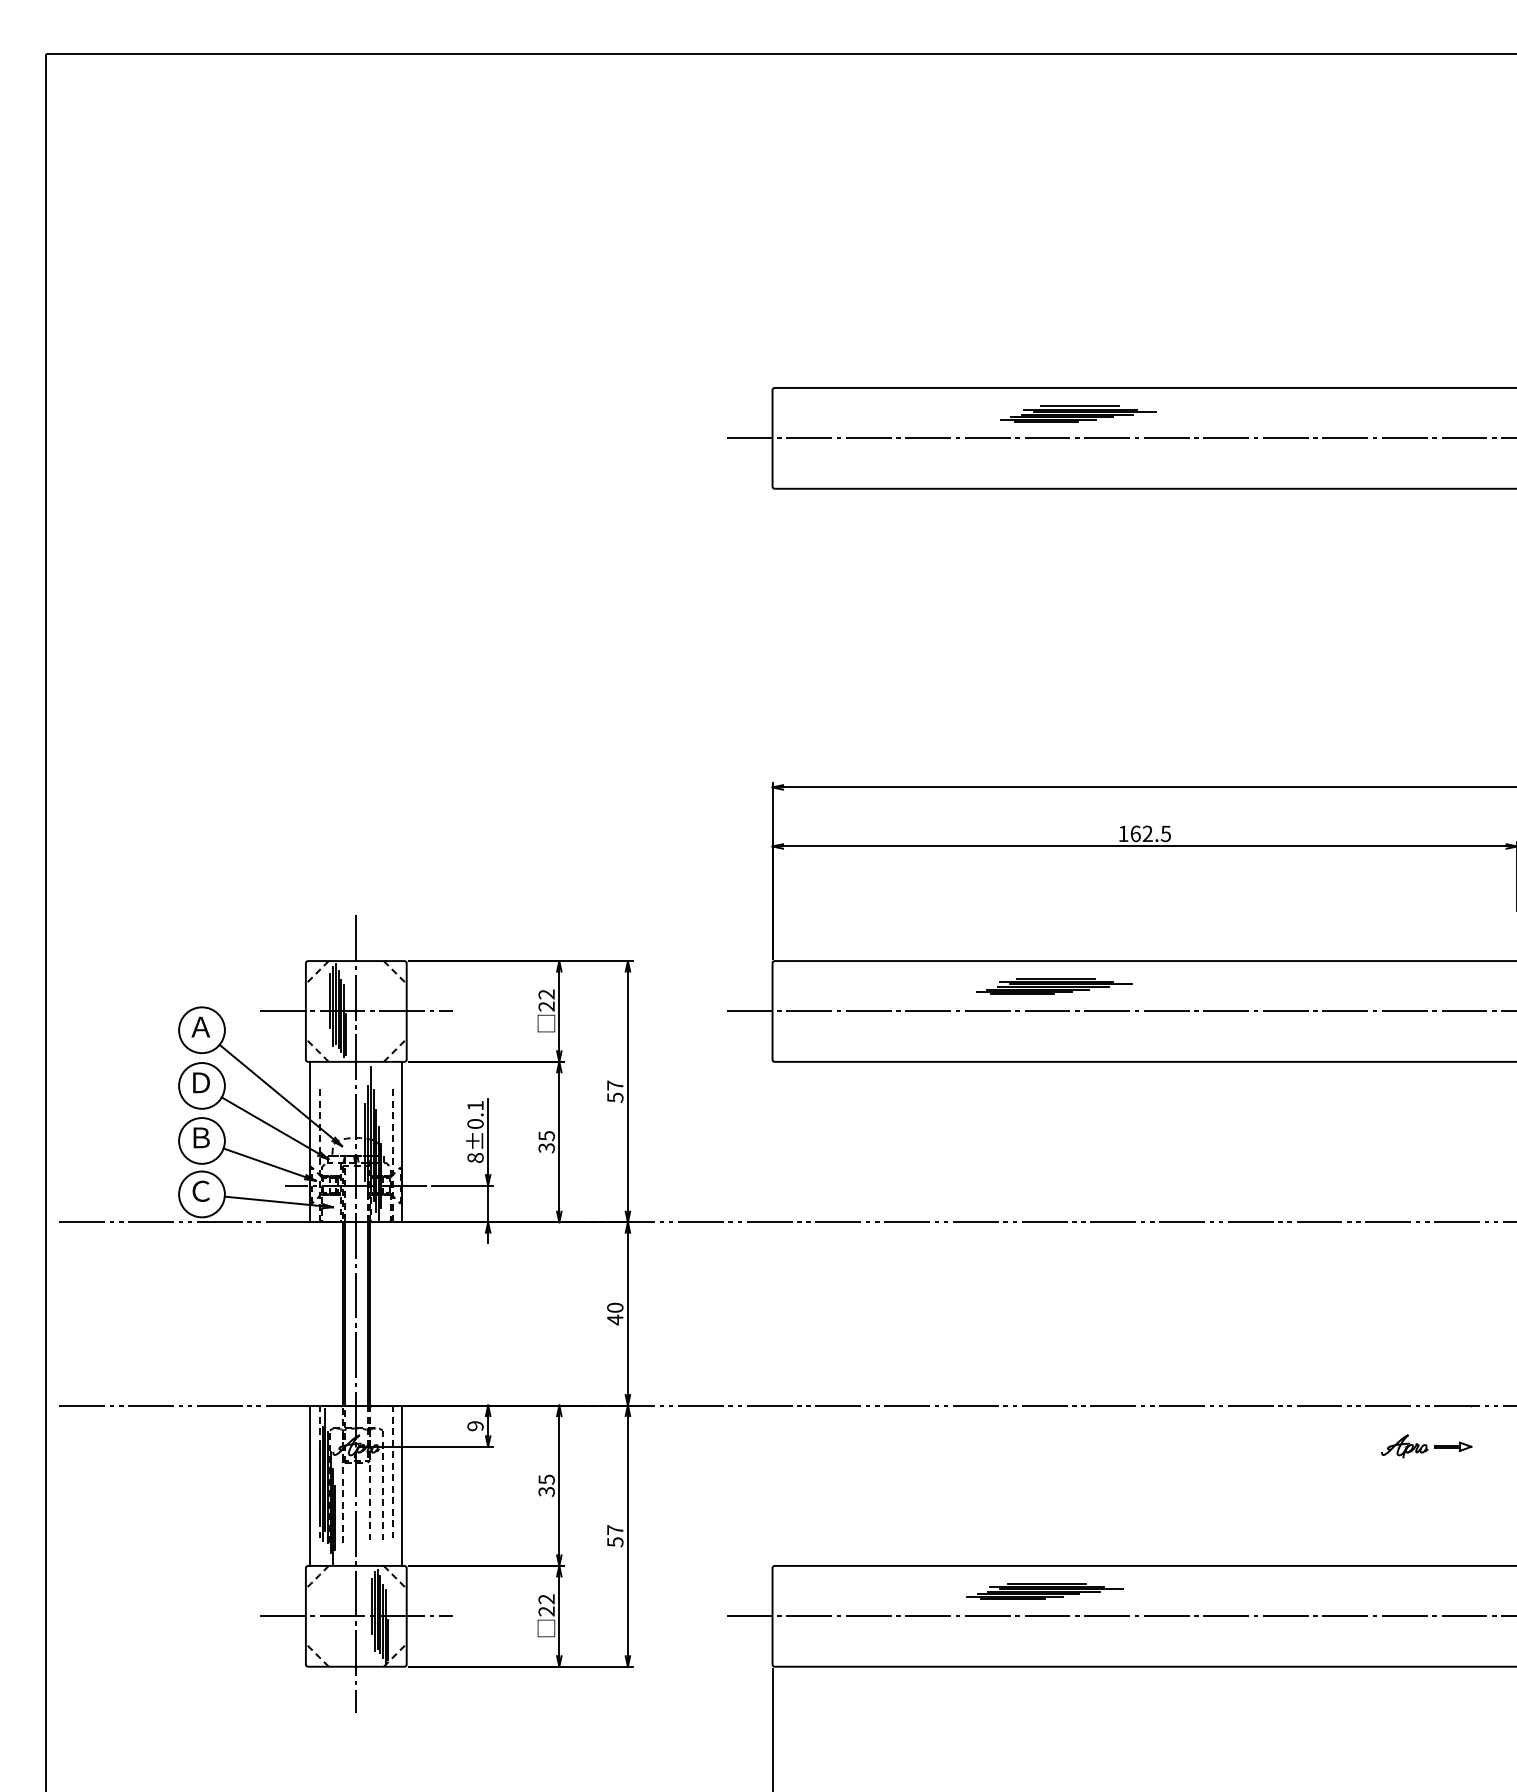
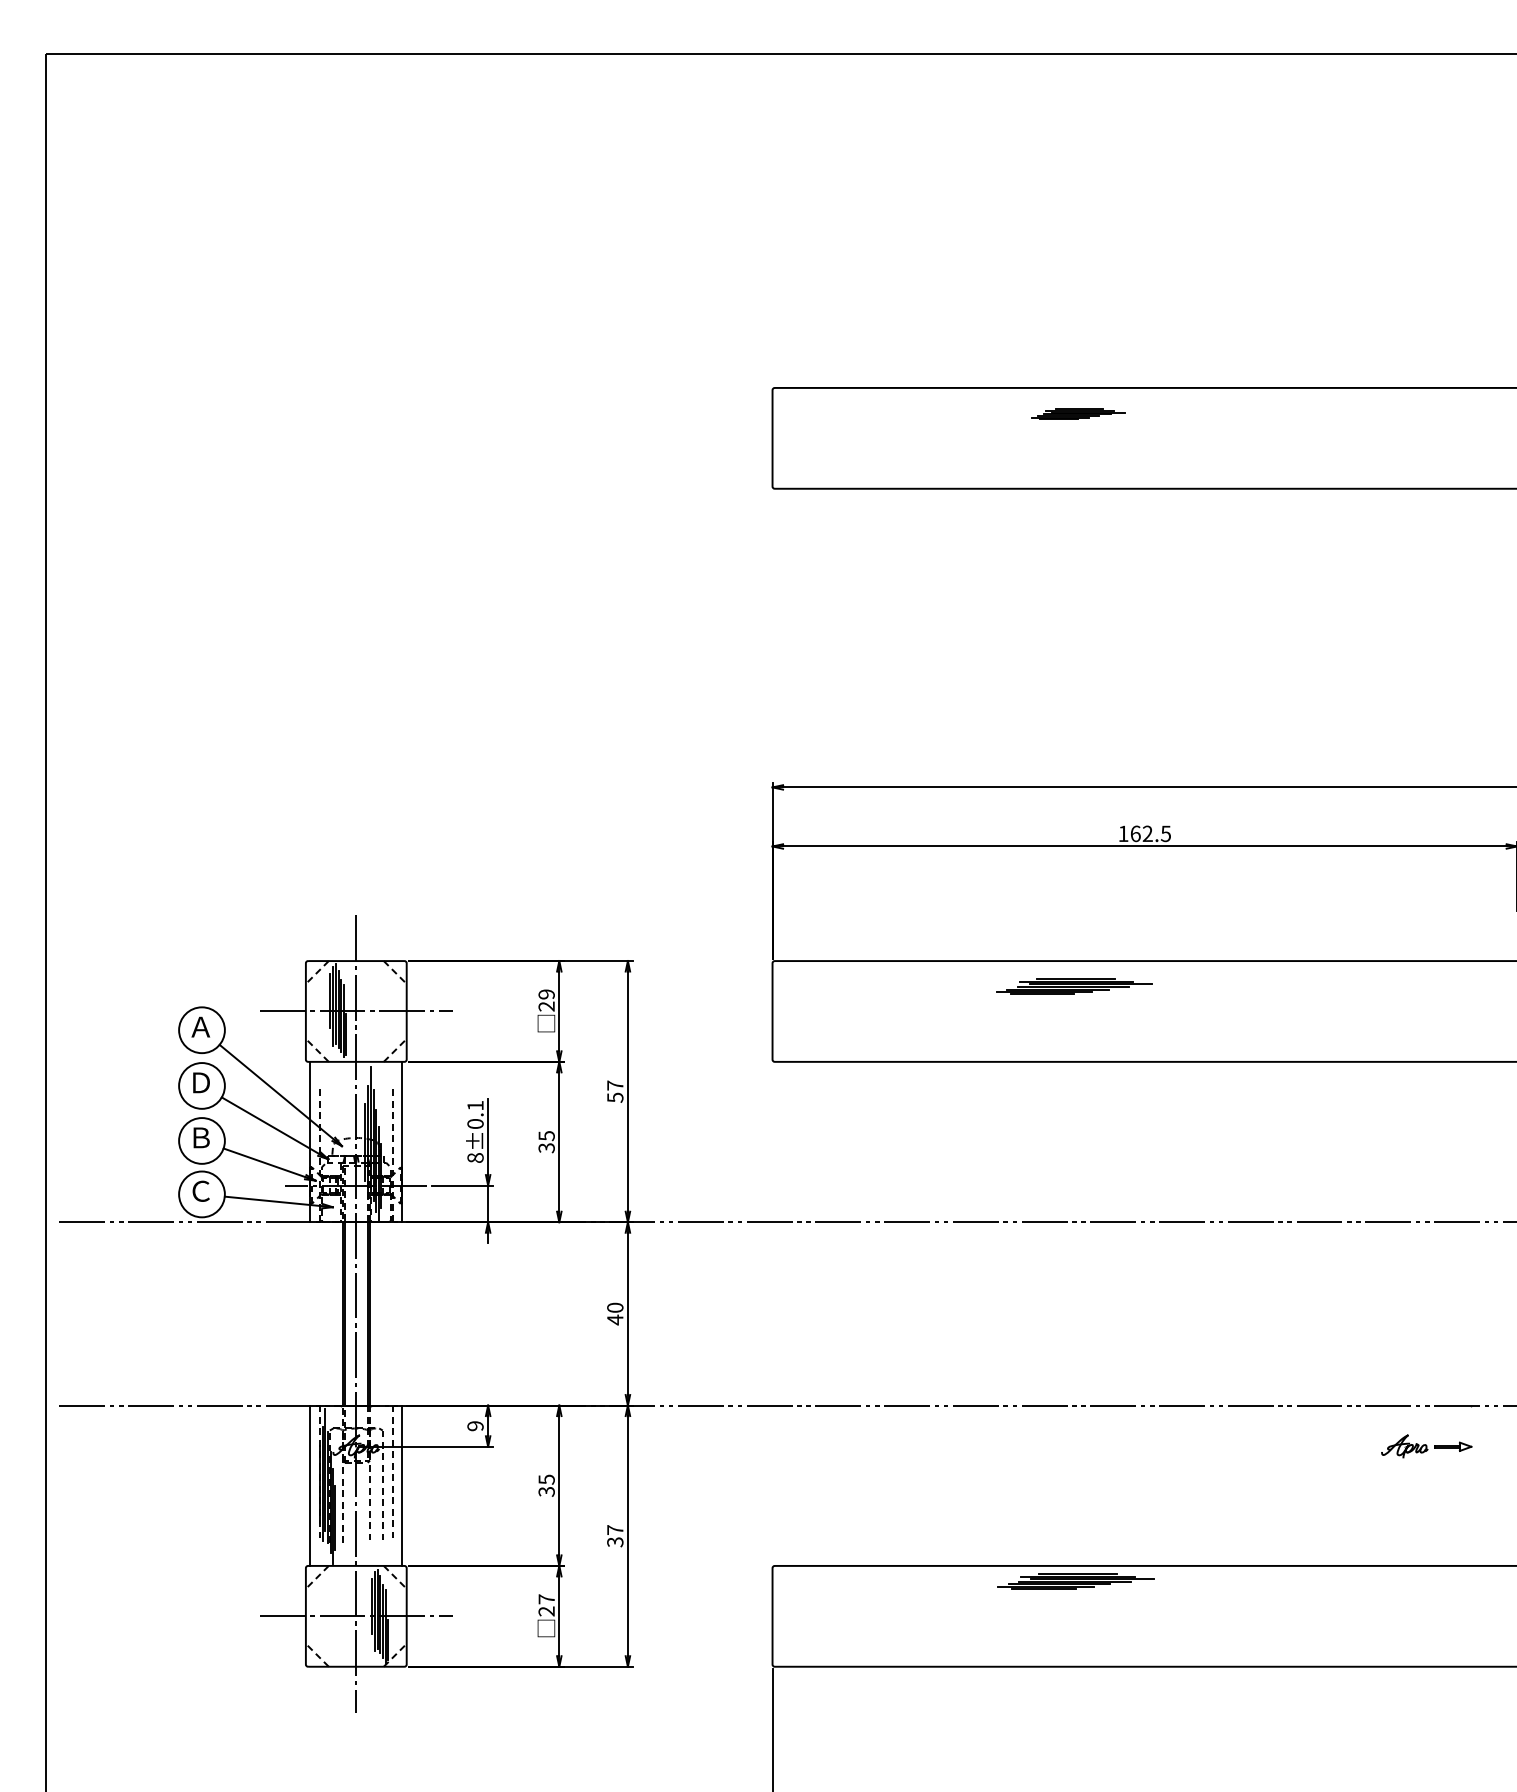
part at (1078, 413) size: 157x18 px -> 95x12 px
line at (1119, 438): present -> none
part at (1054, 986) position: (1054, 986) -> (1074, 986)
text at (546, 994): 22 -> 29
line at (1119, 1011): present -> none
text at (614, 1541): 57 -> 37
part at (1044, 1591) position: (1044, 1591) -> (1075, 1581)
text at (546, 1599): 22 -> 27
line at (1119, 1616): present -> none
